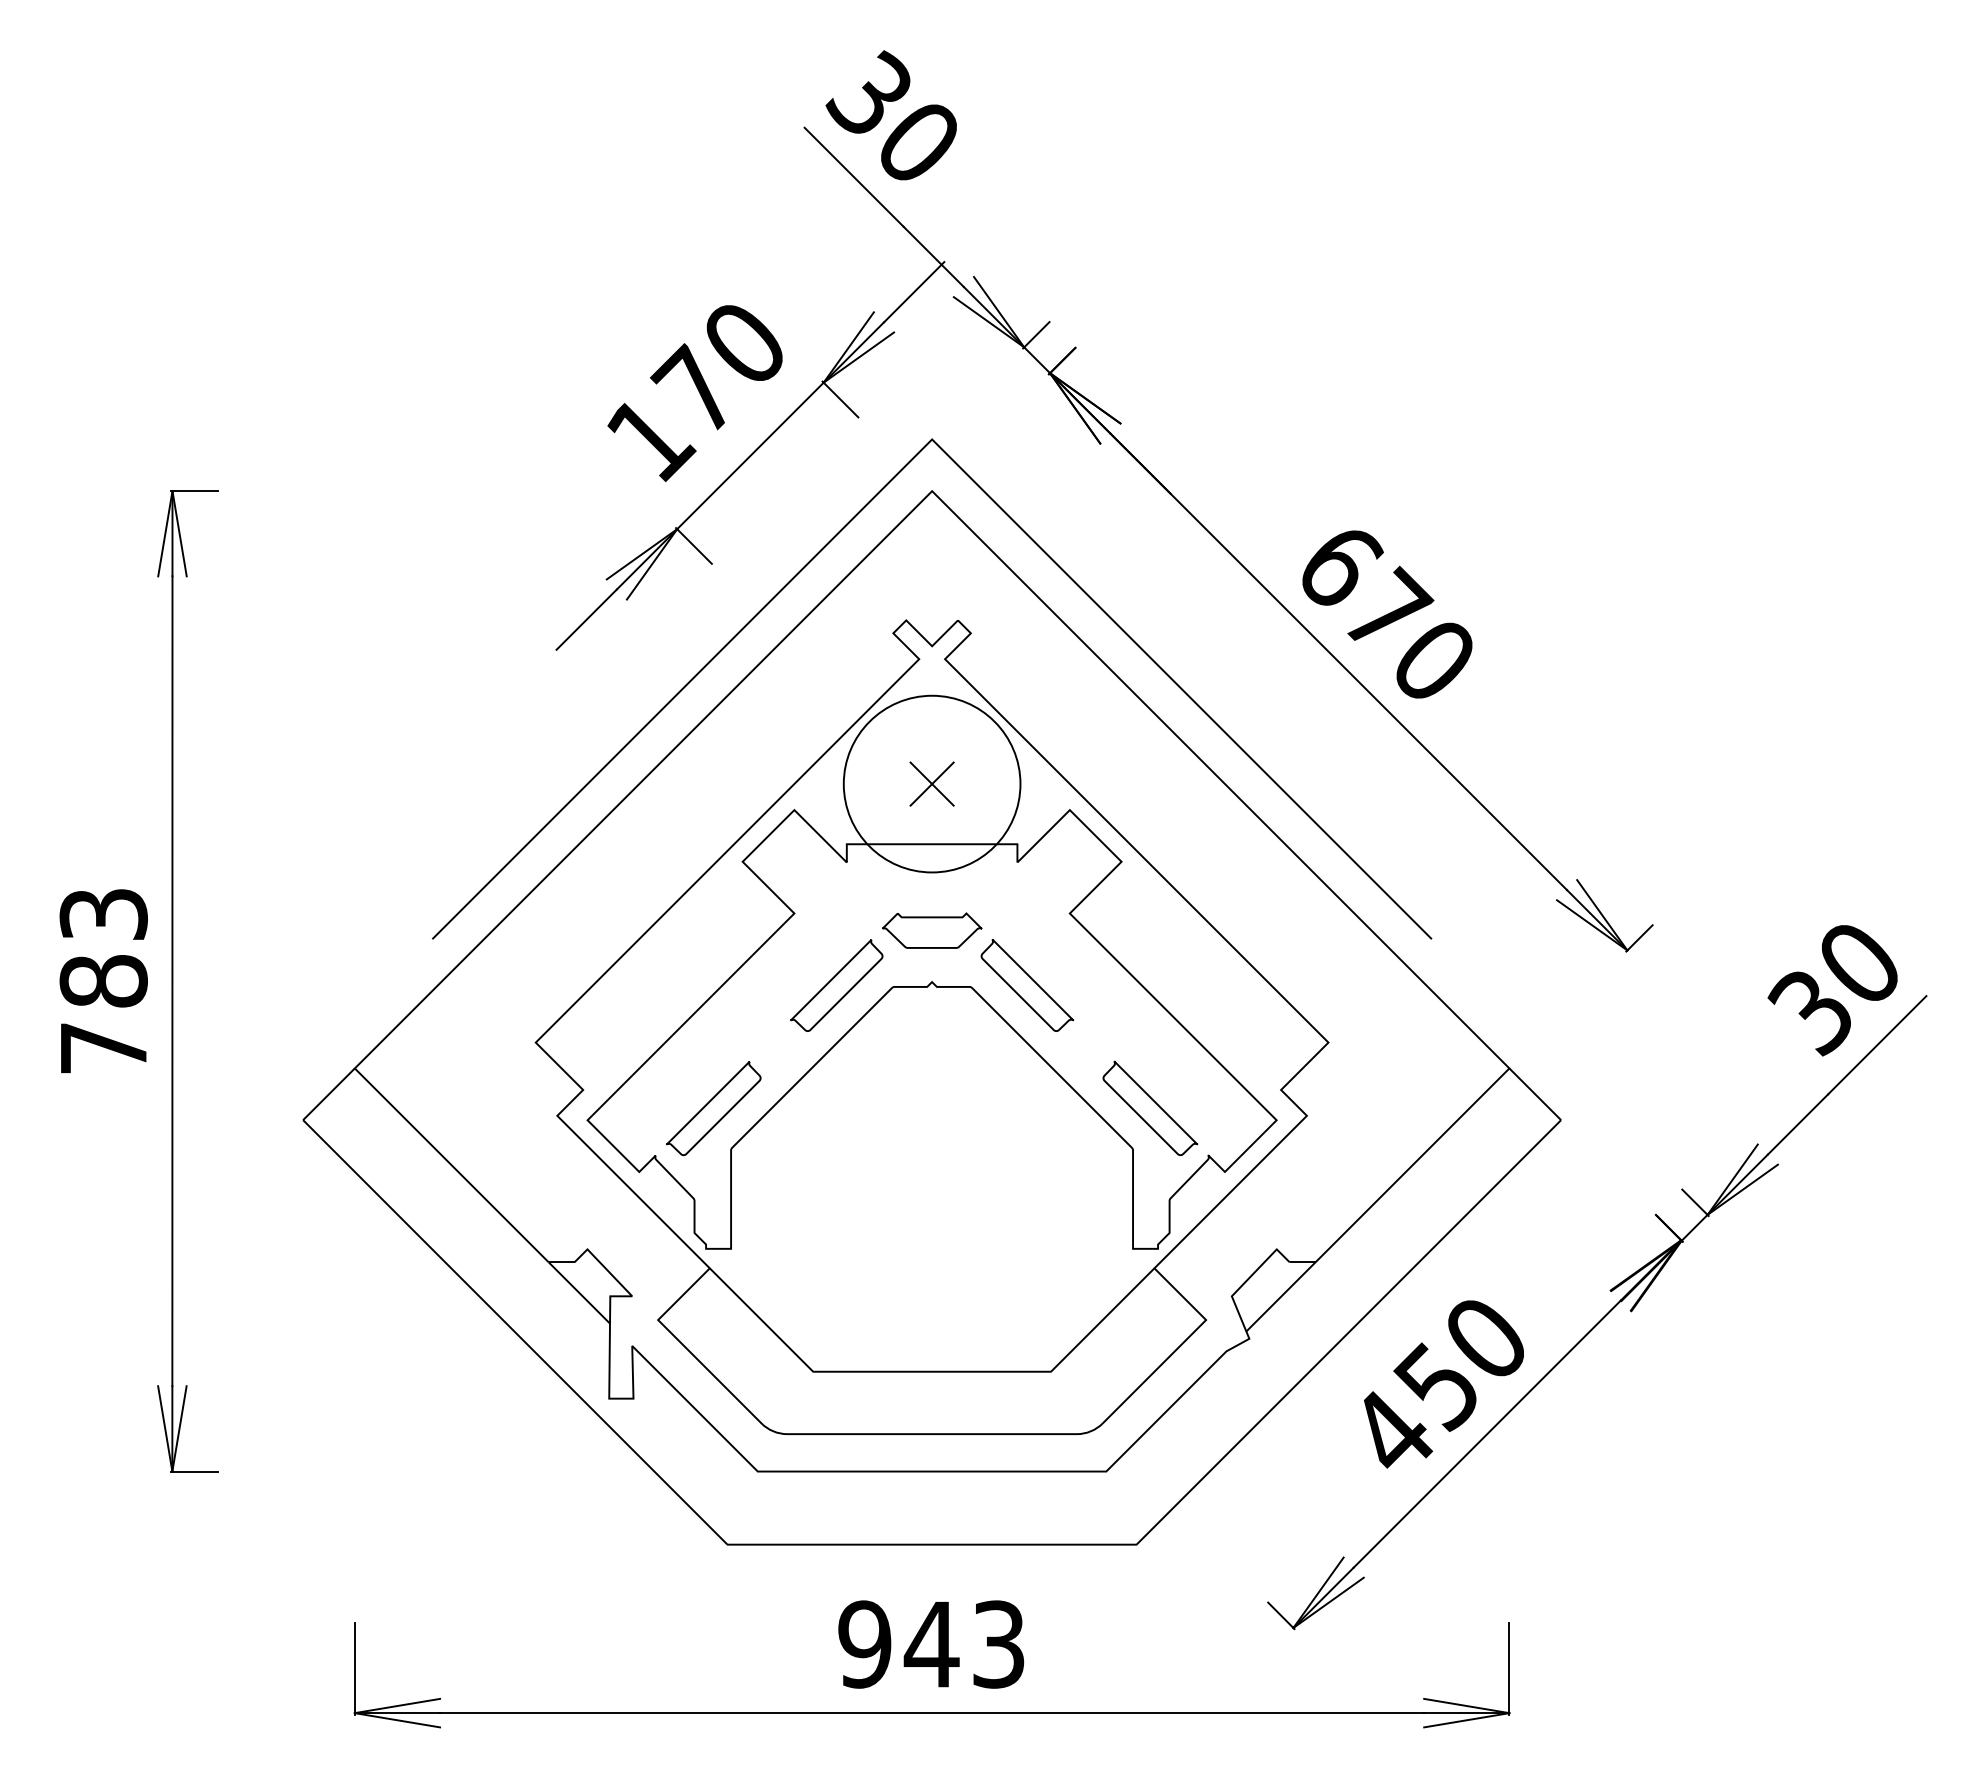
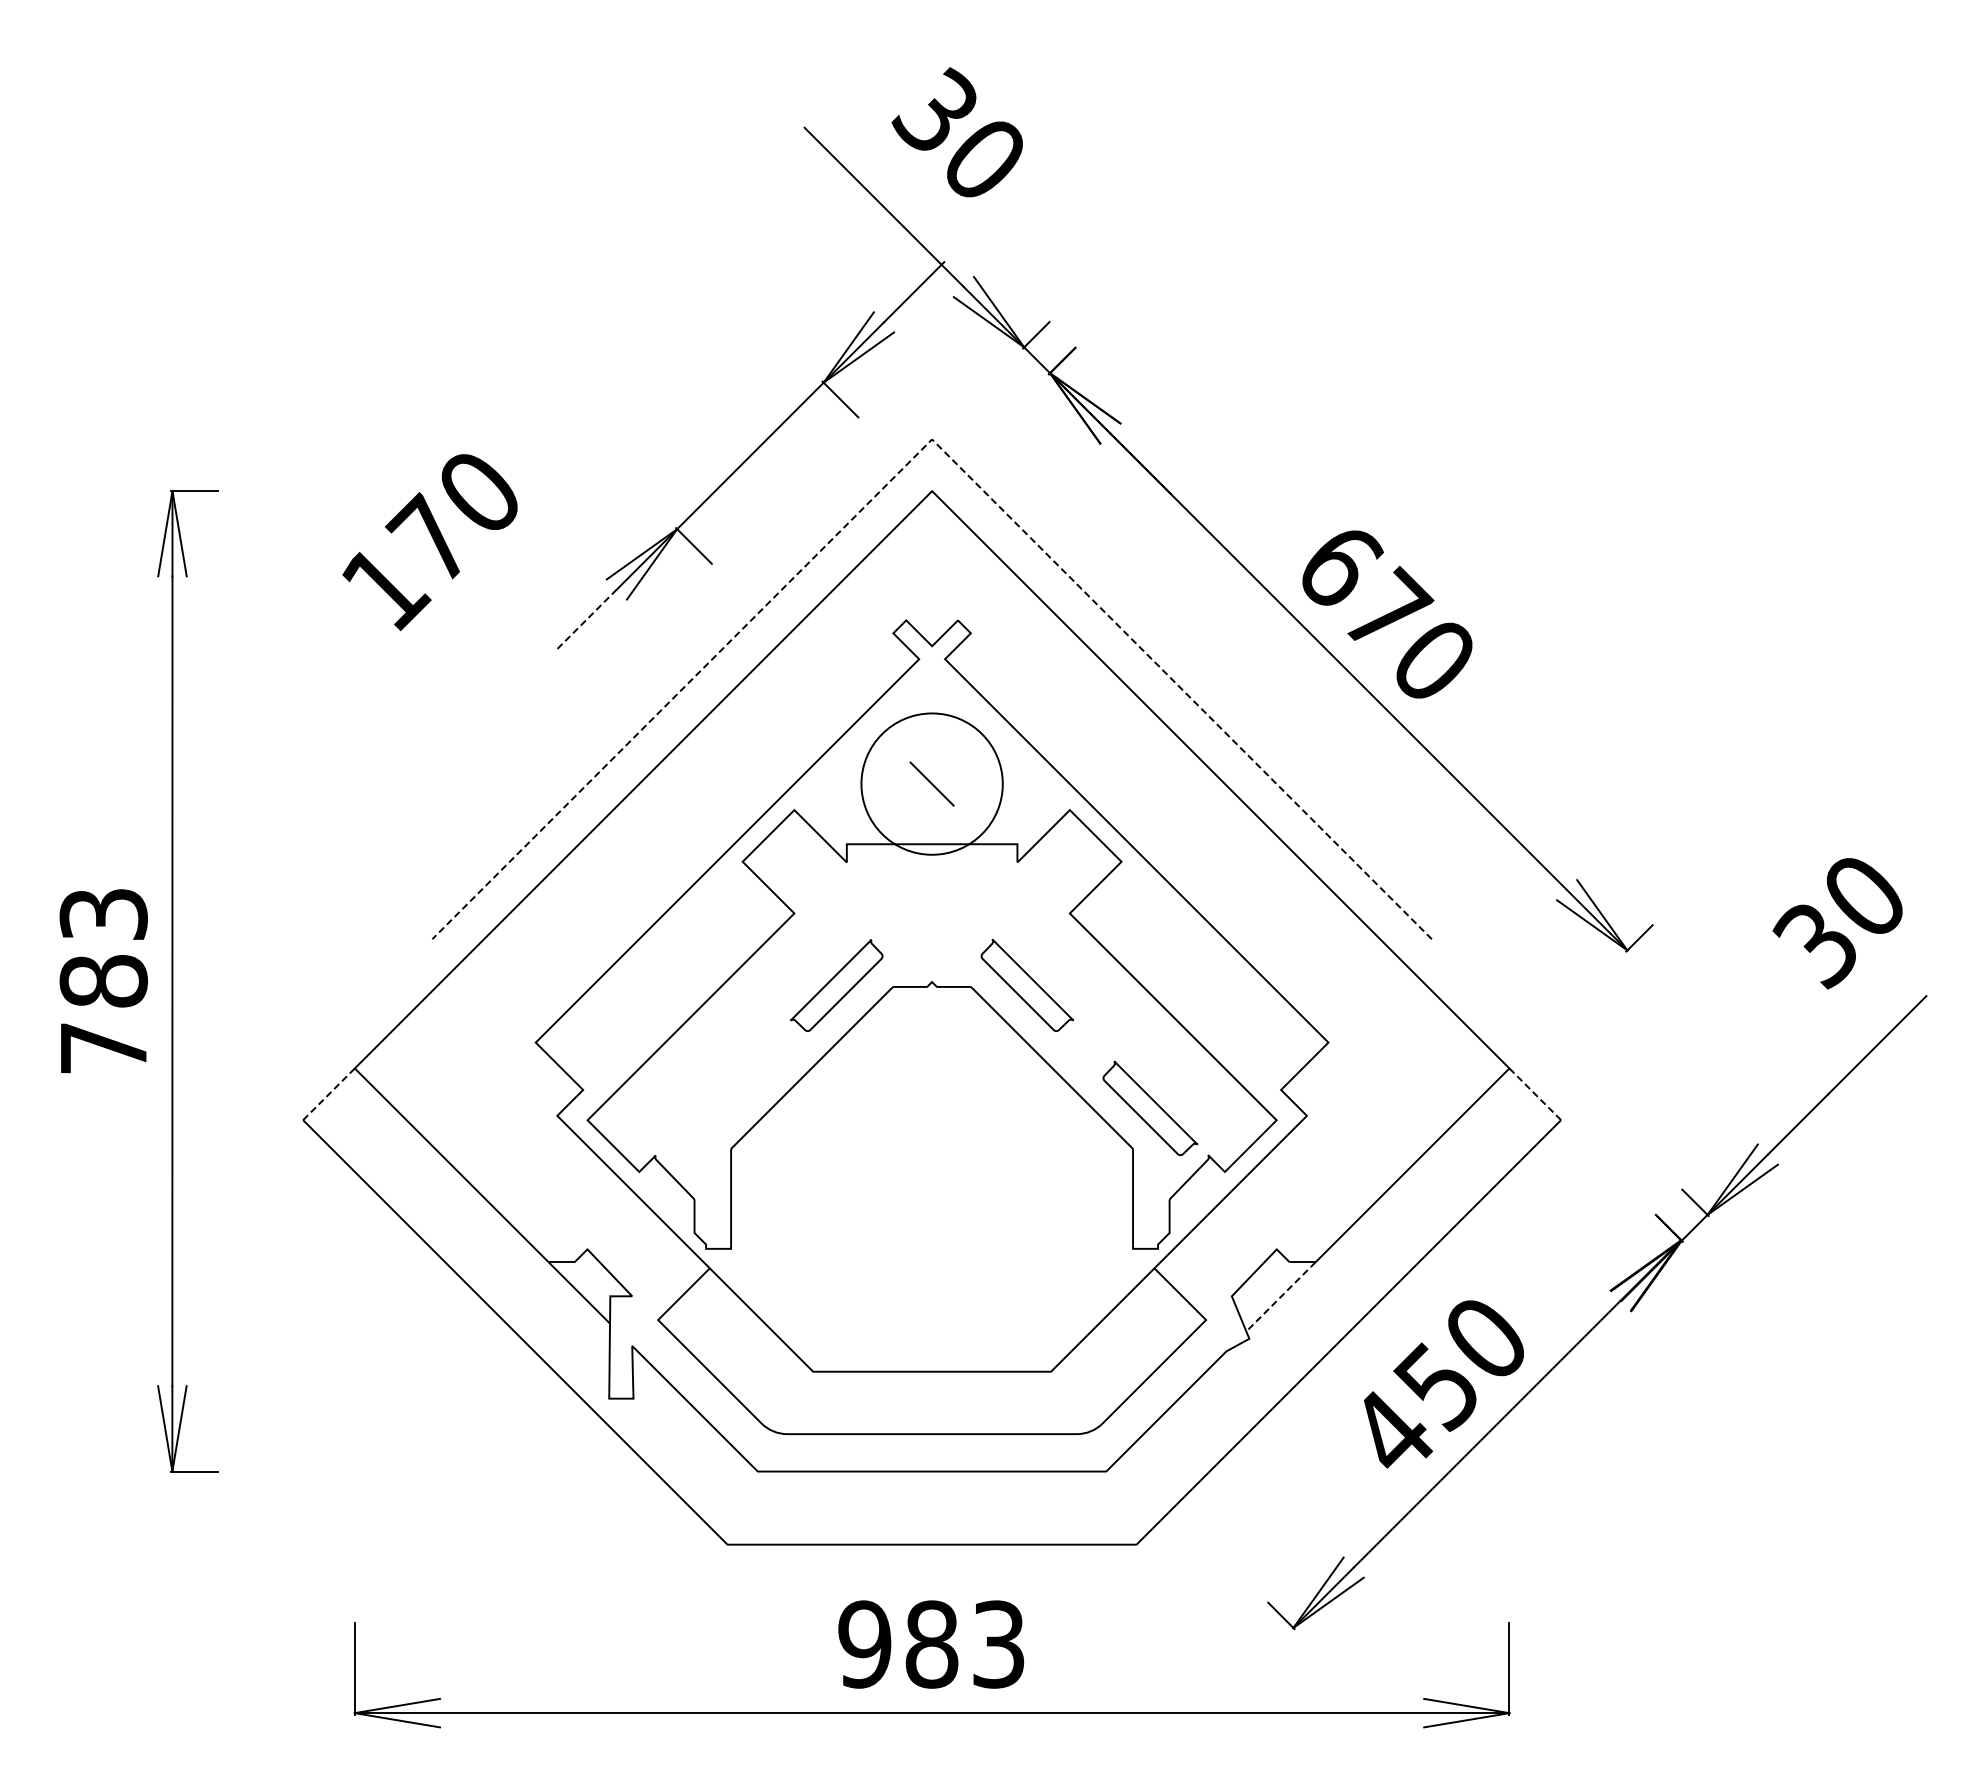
text at (890, 115) position: (890, 115) -> (956, 132)
text at (694, 393) position: (694, 393) -> (429, 542)
line at (932, 439): solid -> dashed
line at (586, 619): solid -> dashed
circle at (931, 783) diameter: 177 px -> 141 px
line at (931, 783): present -> none
part at (932, 930): present -> none
text at (1832, 990) position: (1832, 990) -> (1837, 923)
line at (328, 1094): solid -> dashed
line at (1535, 1094): solid -> dashed
curve at (709, 1103): present -> none
line at (1280, 1296): solid -> dashed
text at (931, 1644): 943 -> 983
